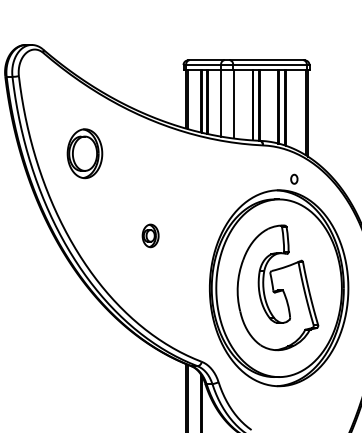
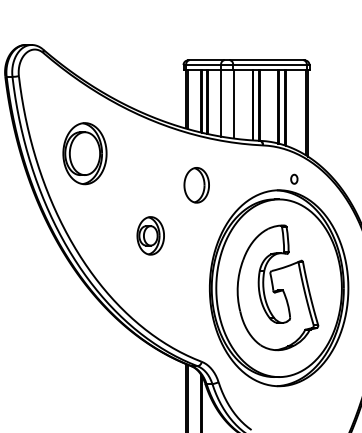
part at (84, 153) size: 38x52 px -> 46x64 px
part at (196, 185): none -> present
part at (150, 235) size: 19x26 px -> 29x40 px
